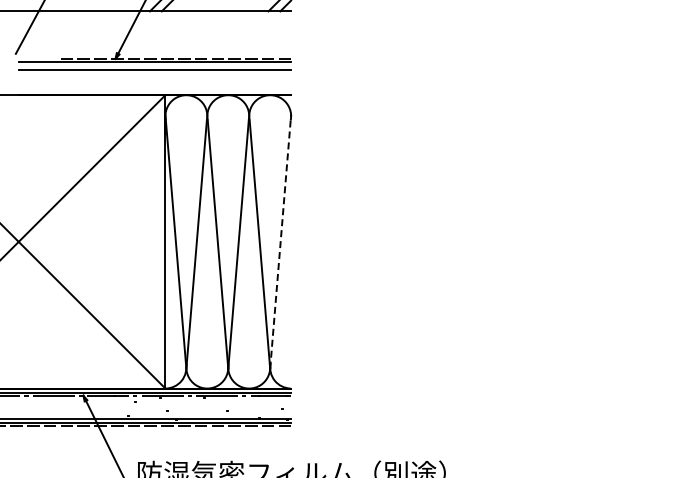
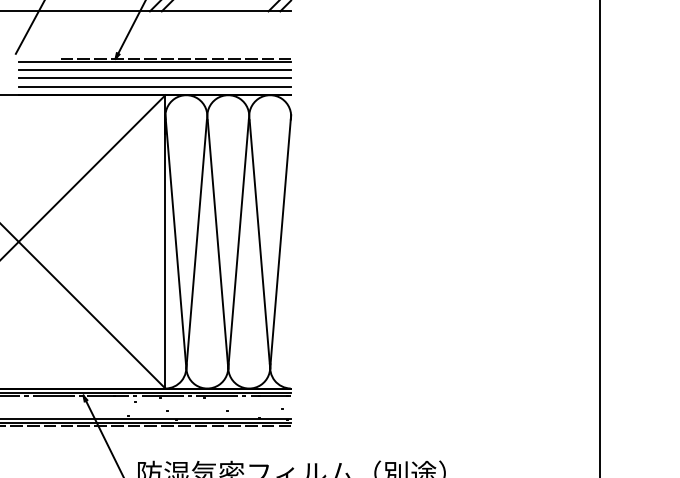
line at (154, 78): none -> present
line at (154, 86): none -> present
line at (599, 238): none -> present
line at (280, 241): dashed -> solid
